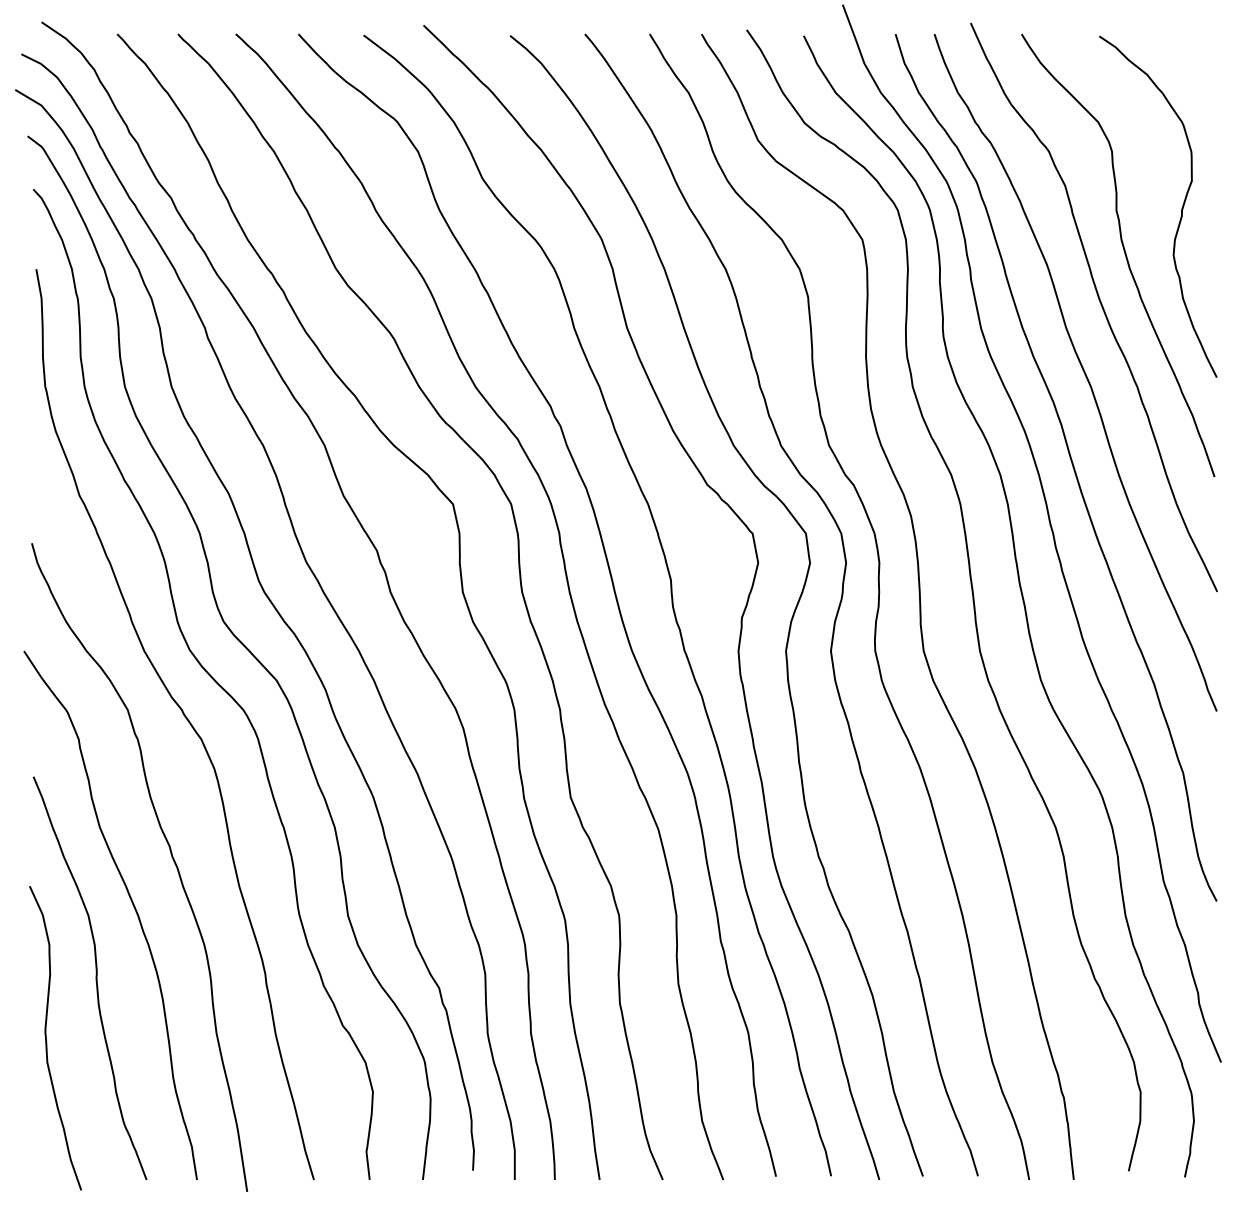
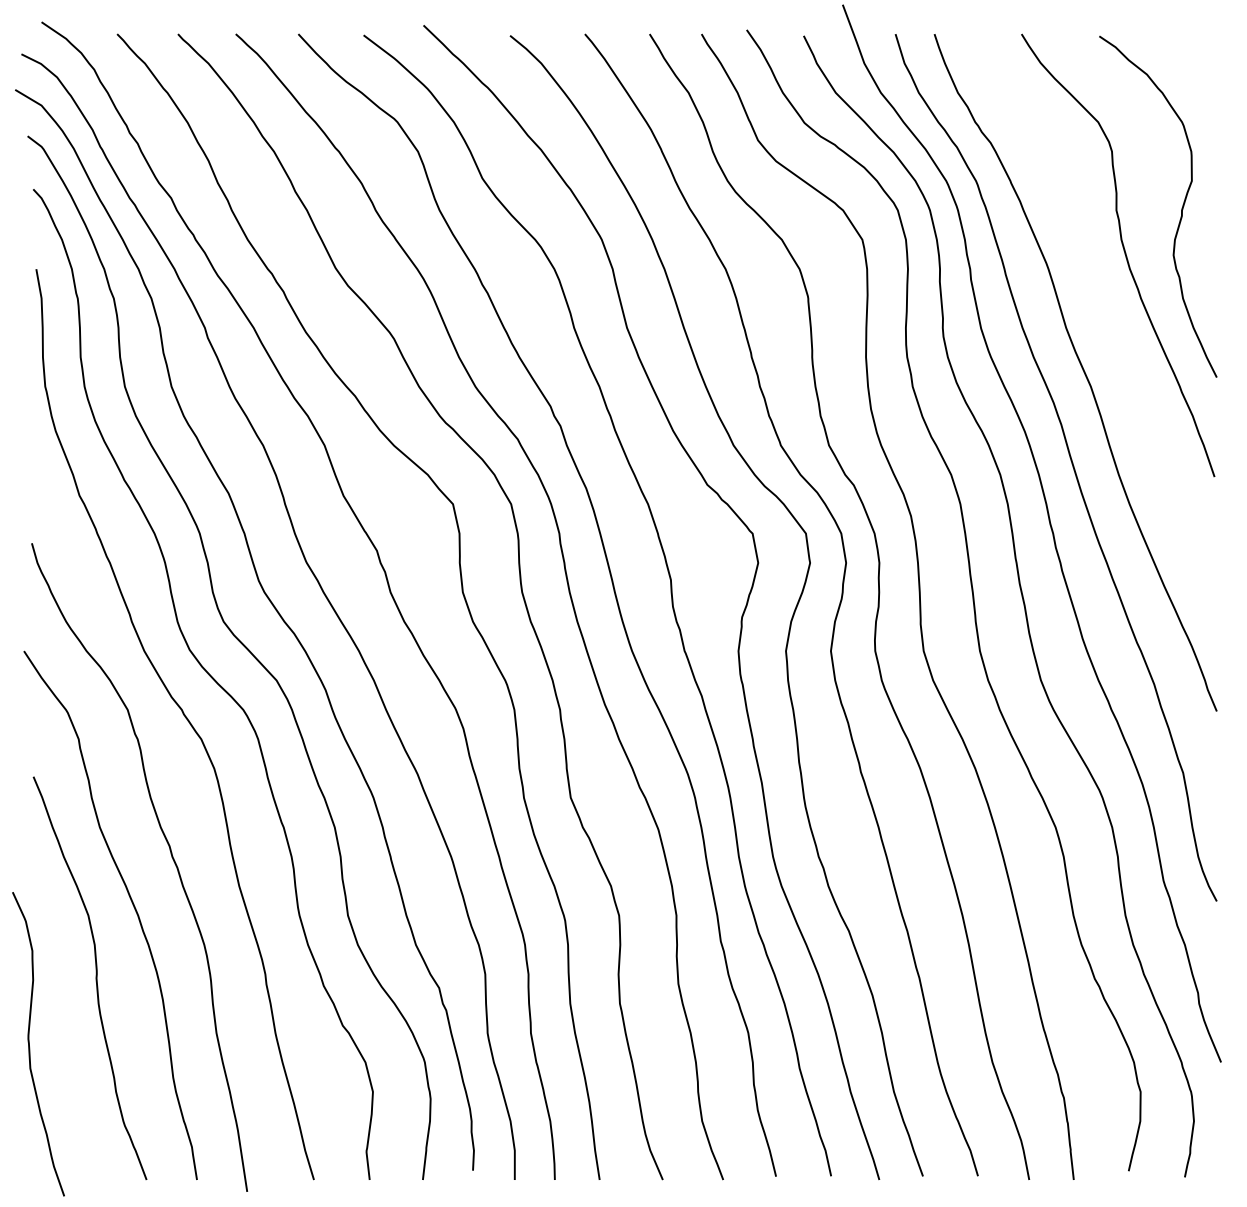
curve at (1100, 304): present -> none
curve at (47, 1041) position: (47, 1041) -> (30, 1047)
